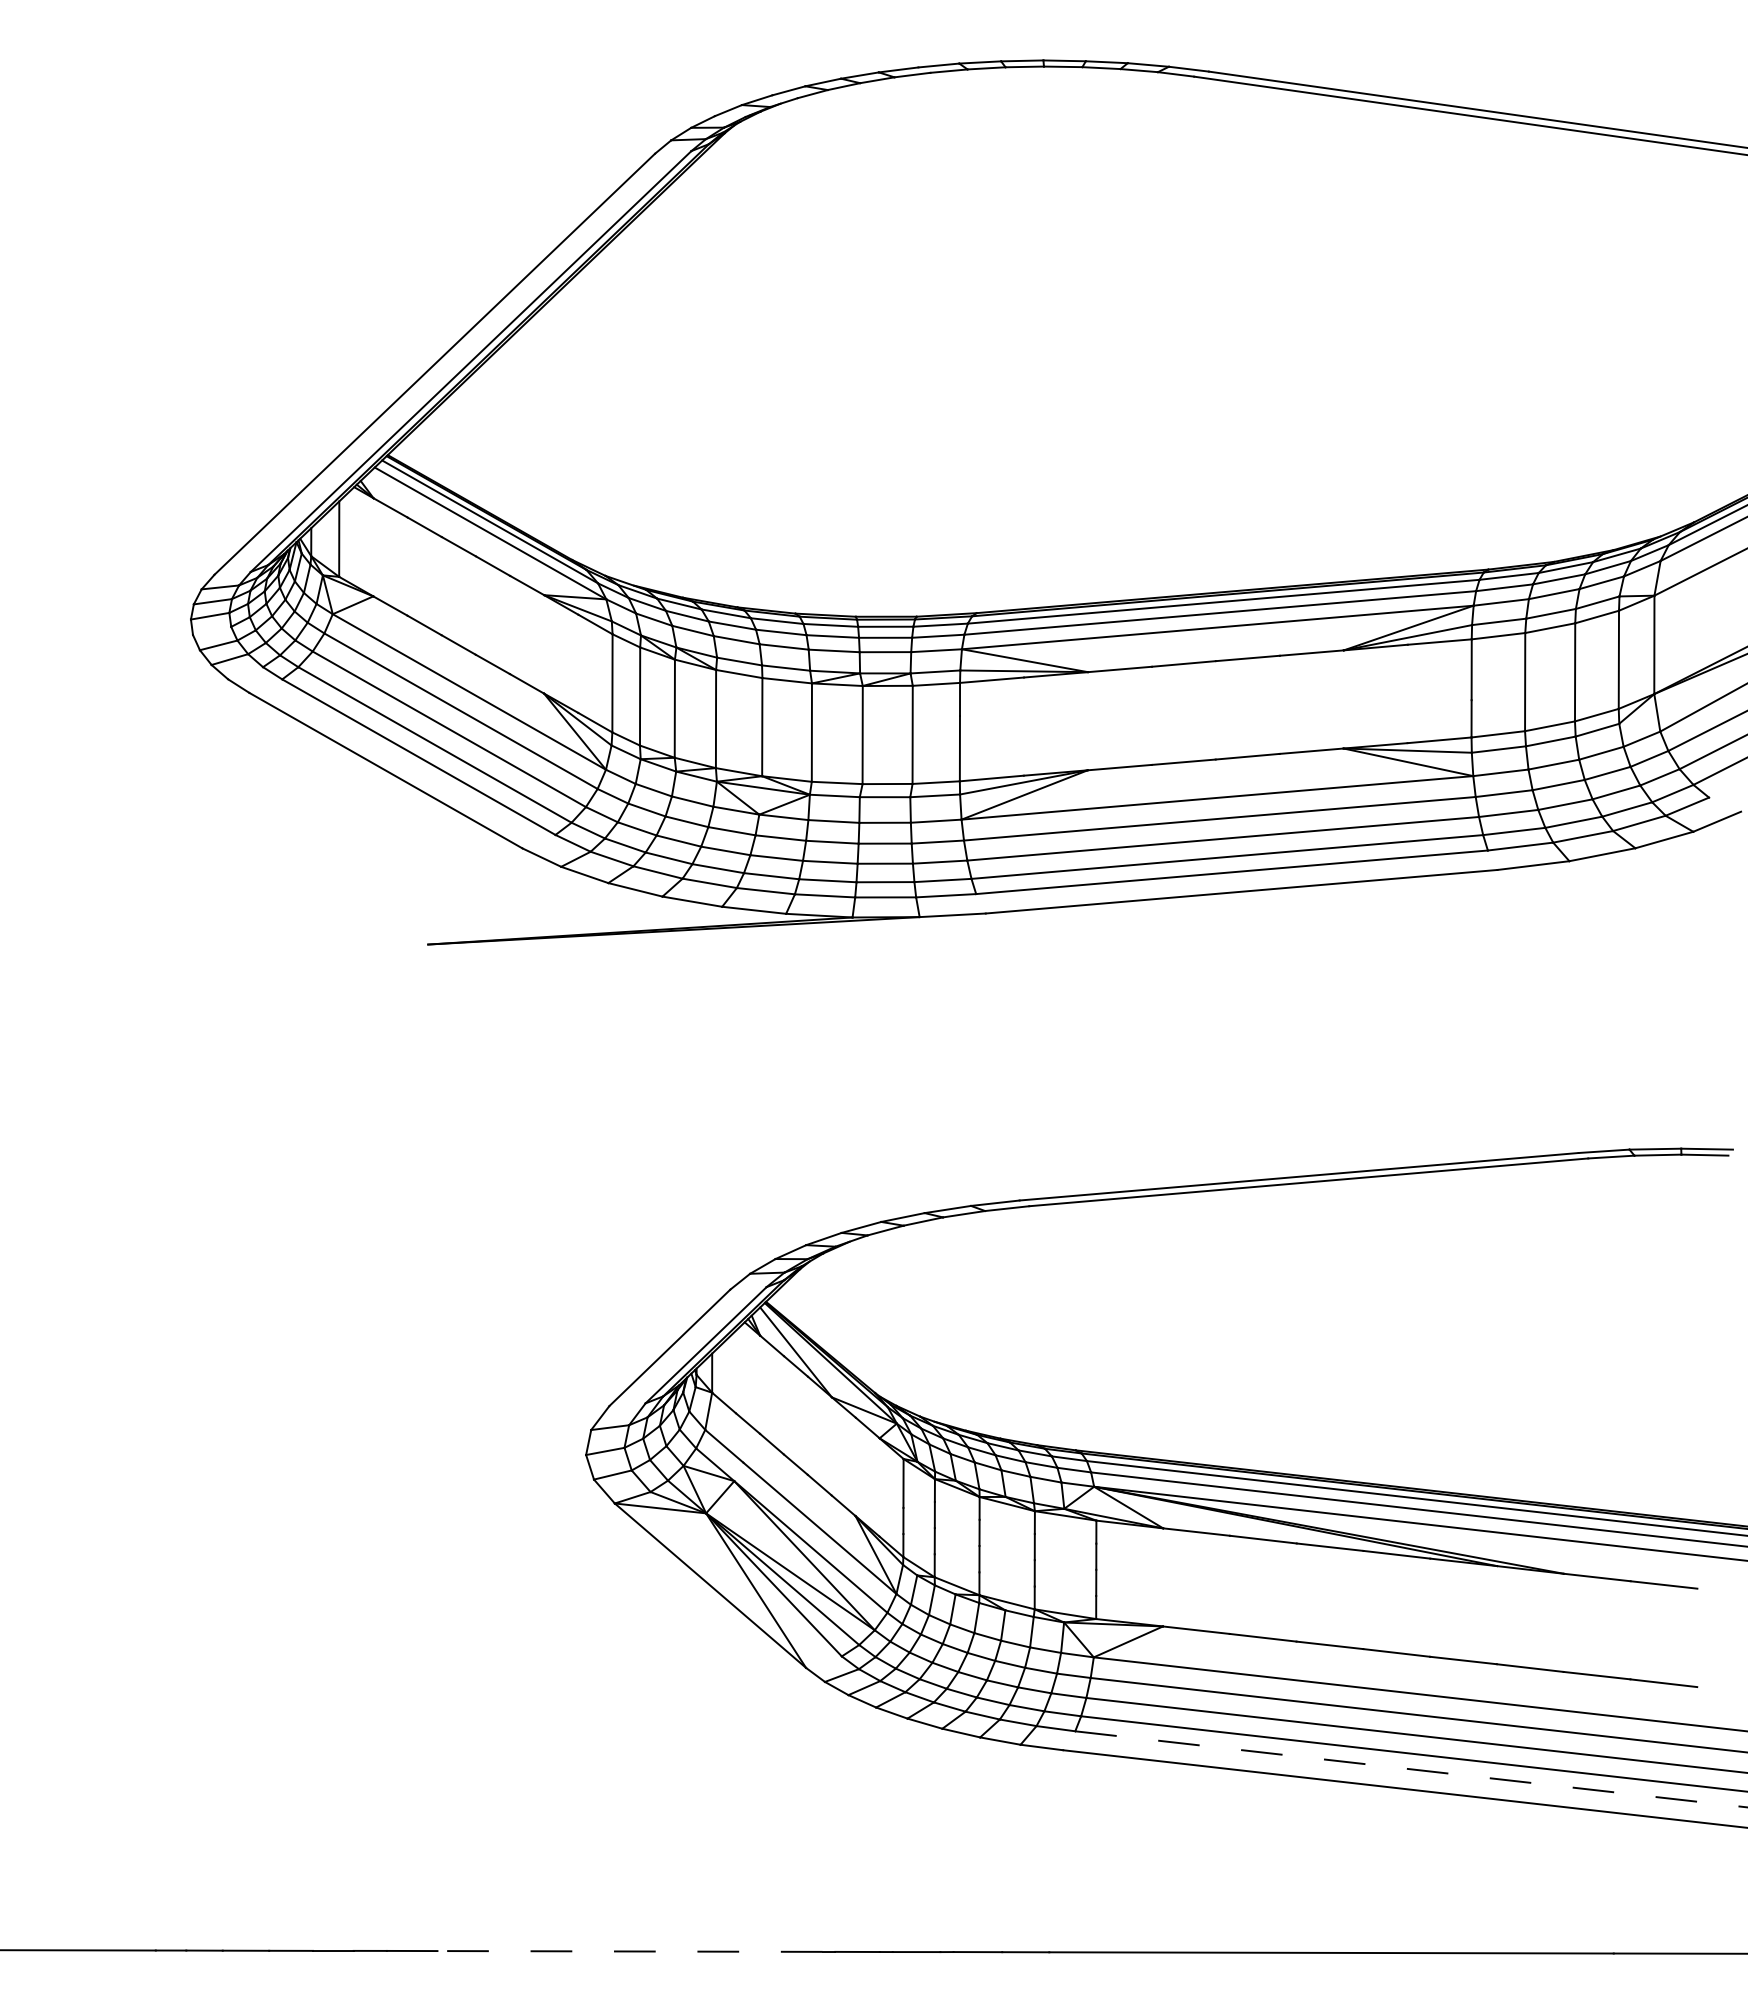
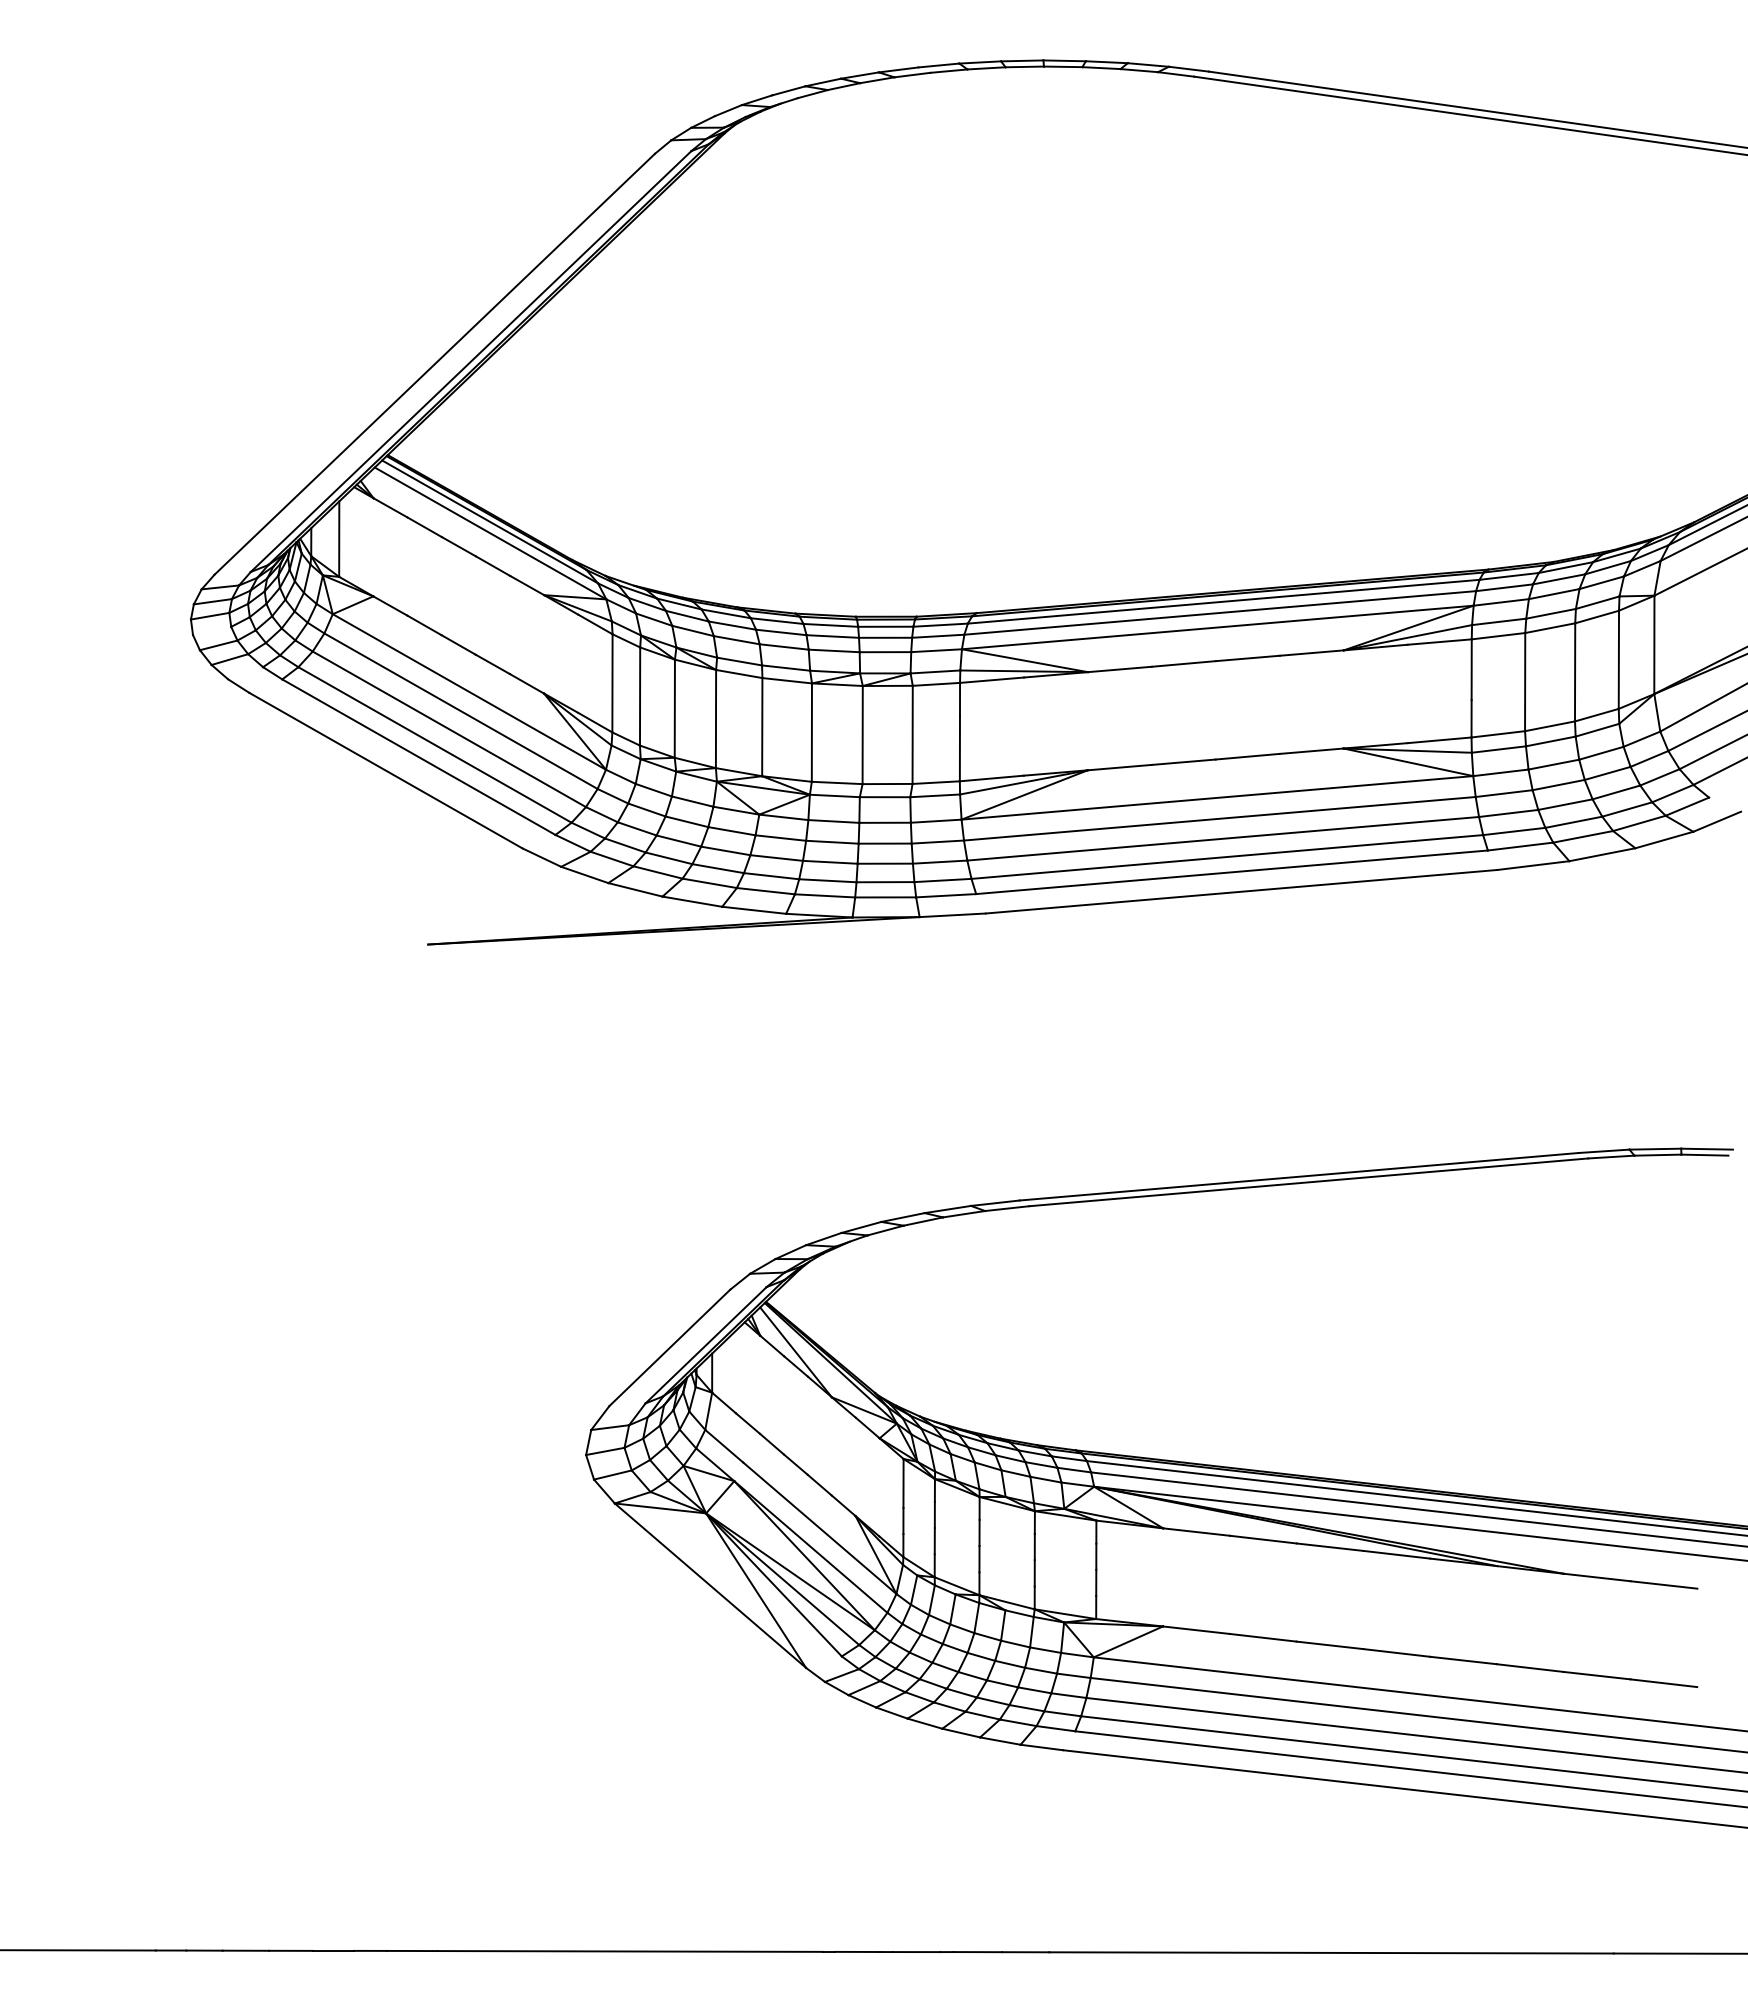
line at (1411, 1769): dashed -> solid
line at (630, 1951): dashed -> solid
